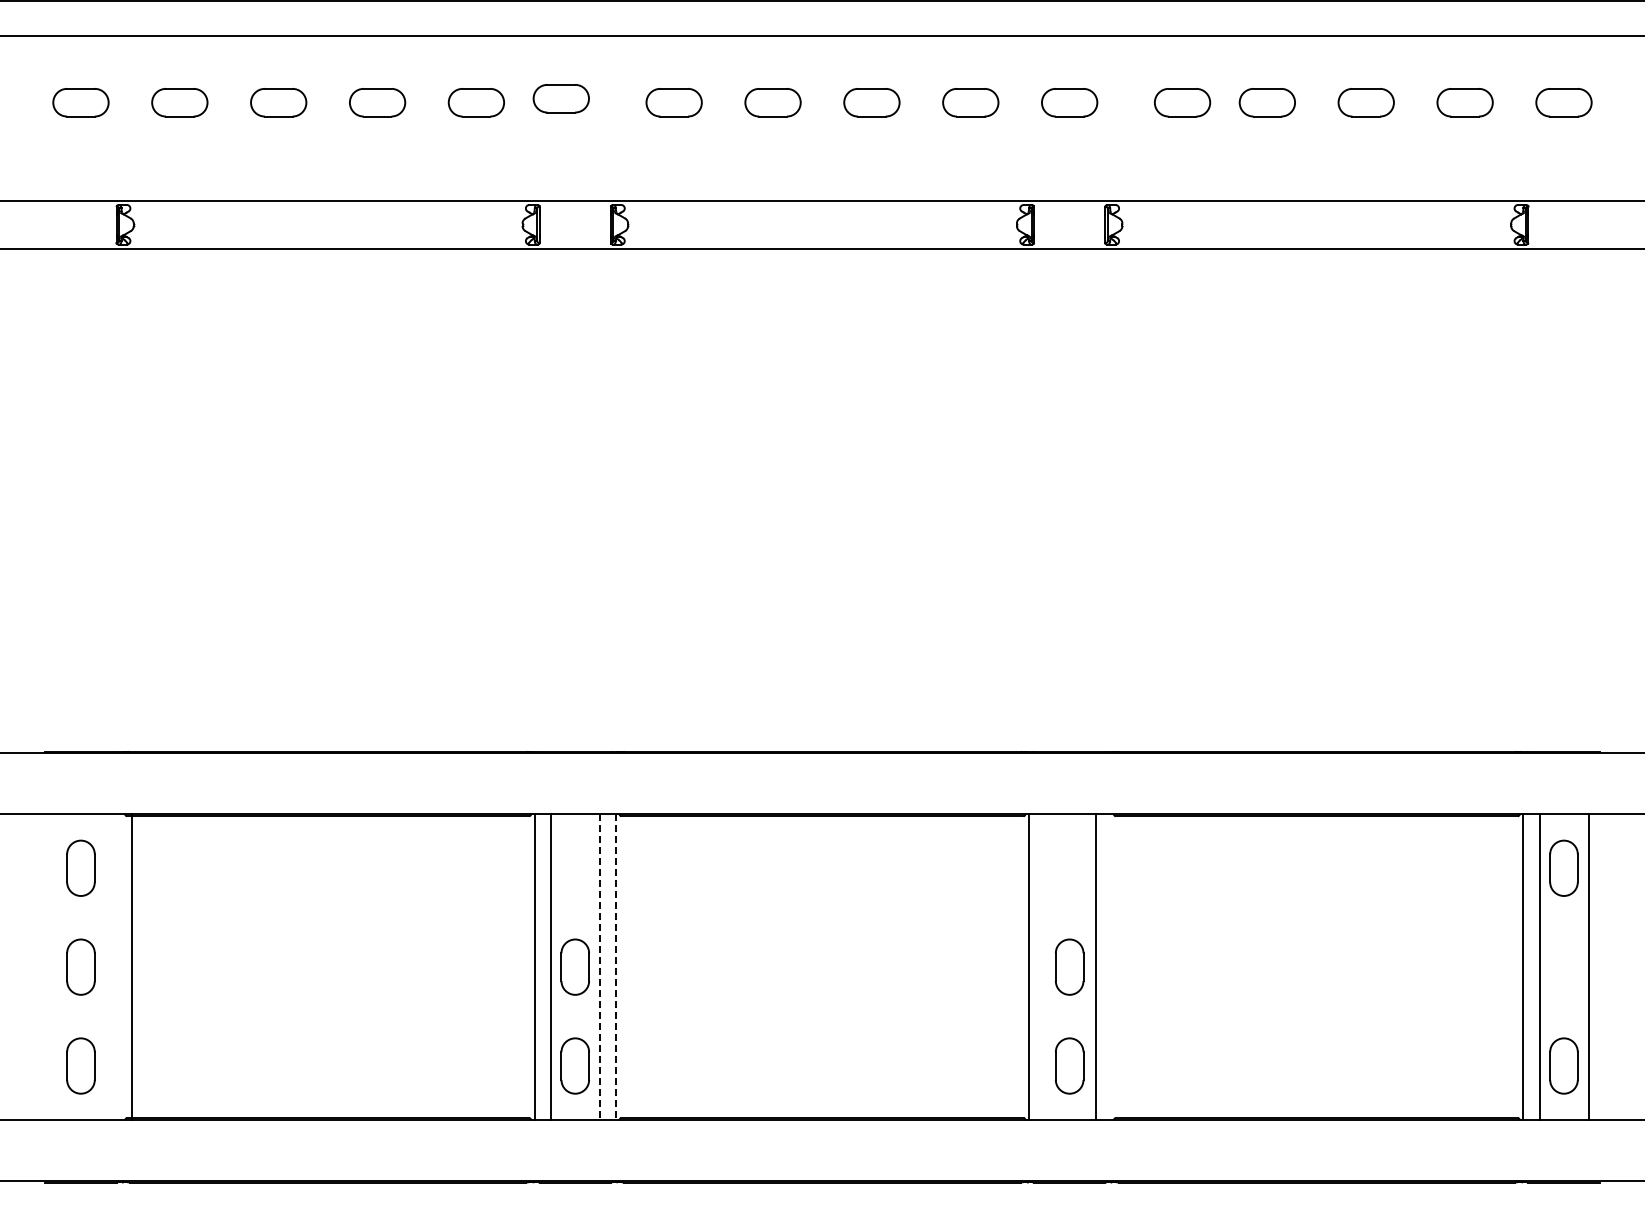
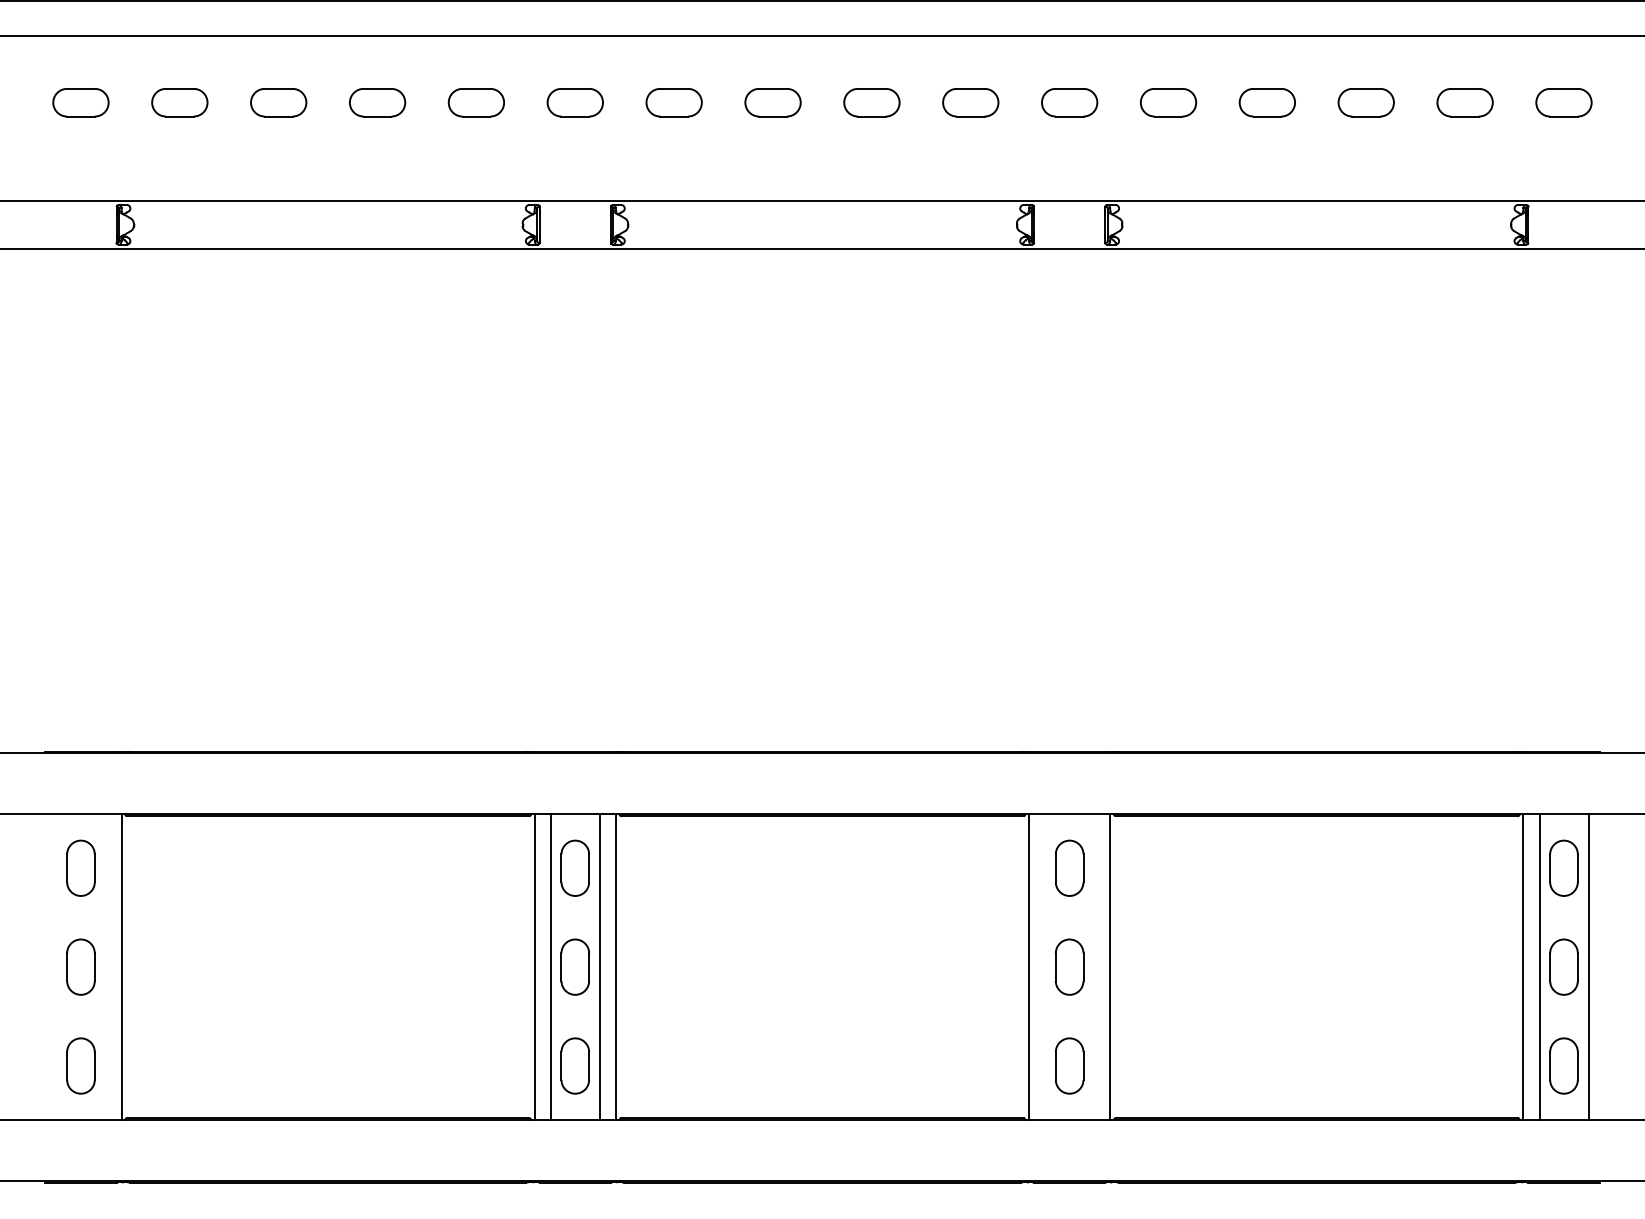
part at (560, 98) position: (560, 98) -> (574, 102)
part at (1182, 102) position: (1182, 102) -> (1168, 102)
part at (574, 867): none -> present
part at (1069, 867): none -> present
line at (131, 966) position: (131, 966) -> (121, 966)
line at (1096, 966) position: (1096, 966) -> (1110, 966)
part at (1563, 966): none -> present
line at (599, 967): dashed -> solid
line at (615, 967): dashed -> solid
